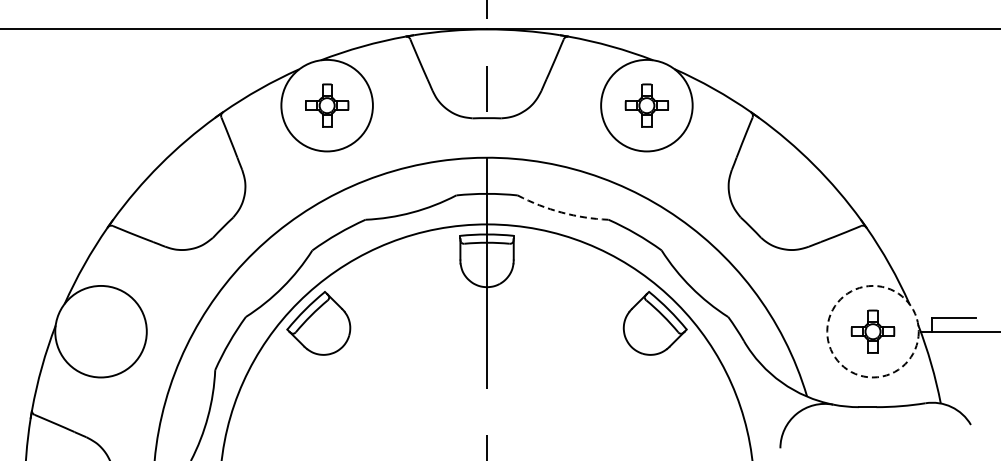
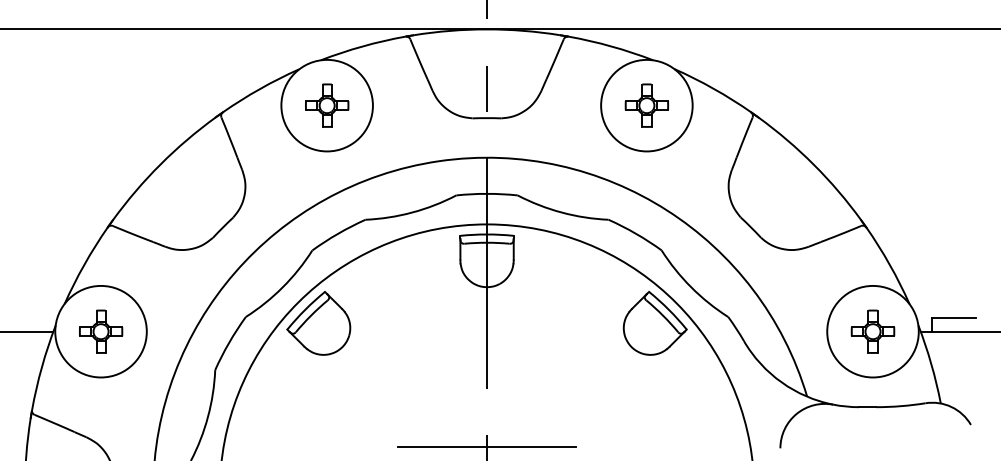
arc at (561, 212): dashed -> solid
line at (27, 331): none -> present
part at (101, 331): none -> present
circle at (872, 331): dashed -> solid
line at (486, 447): none -> present
